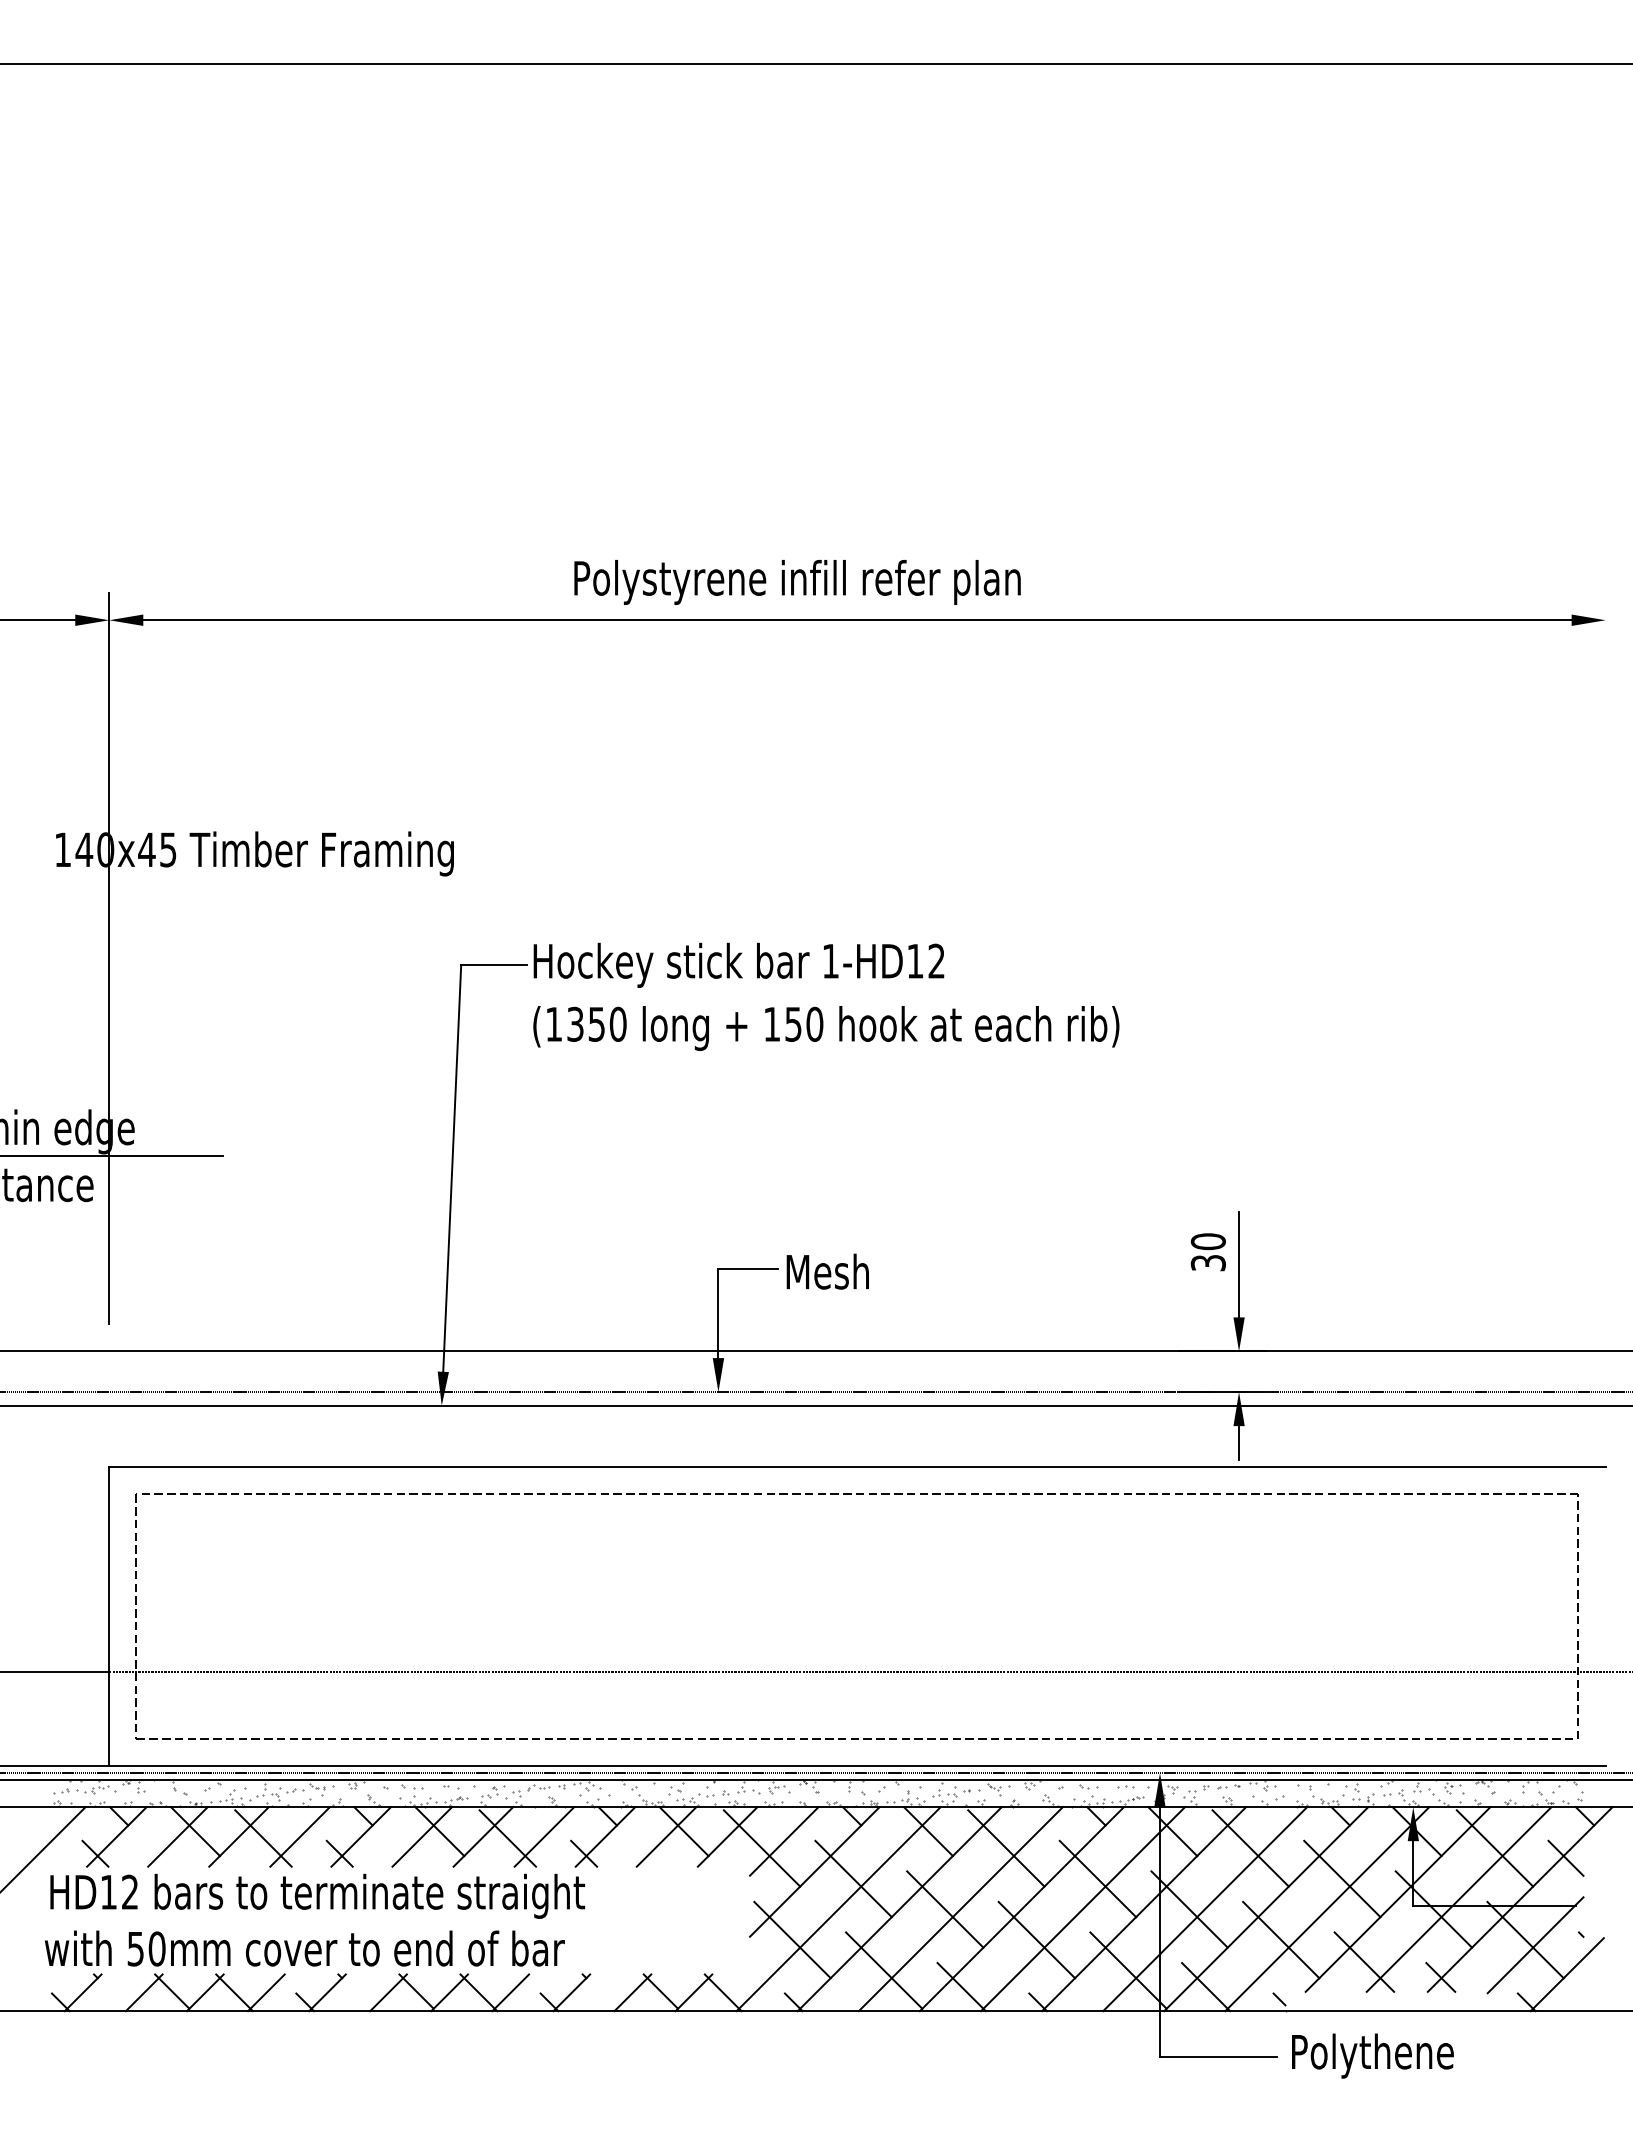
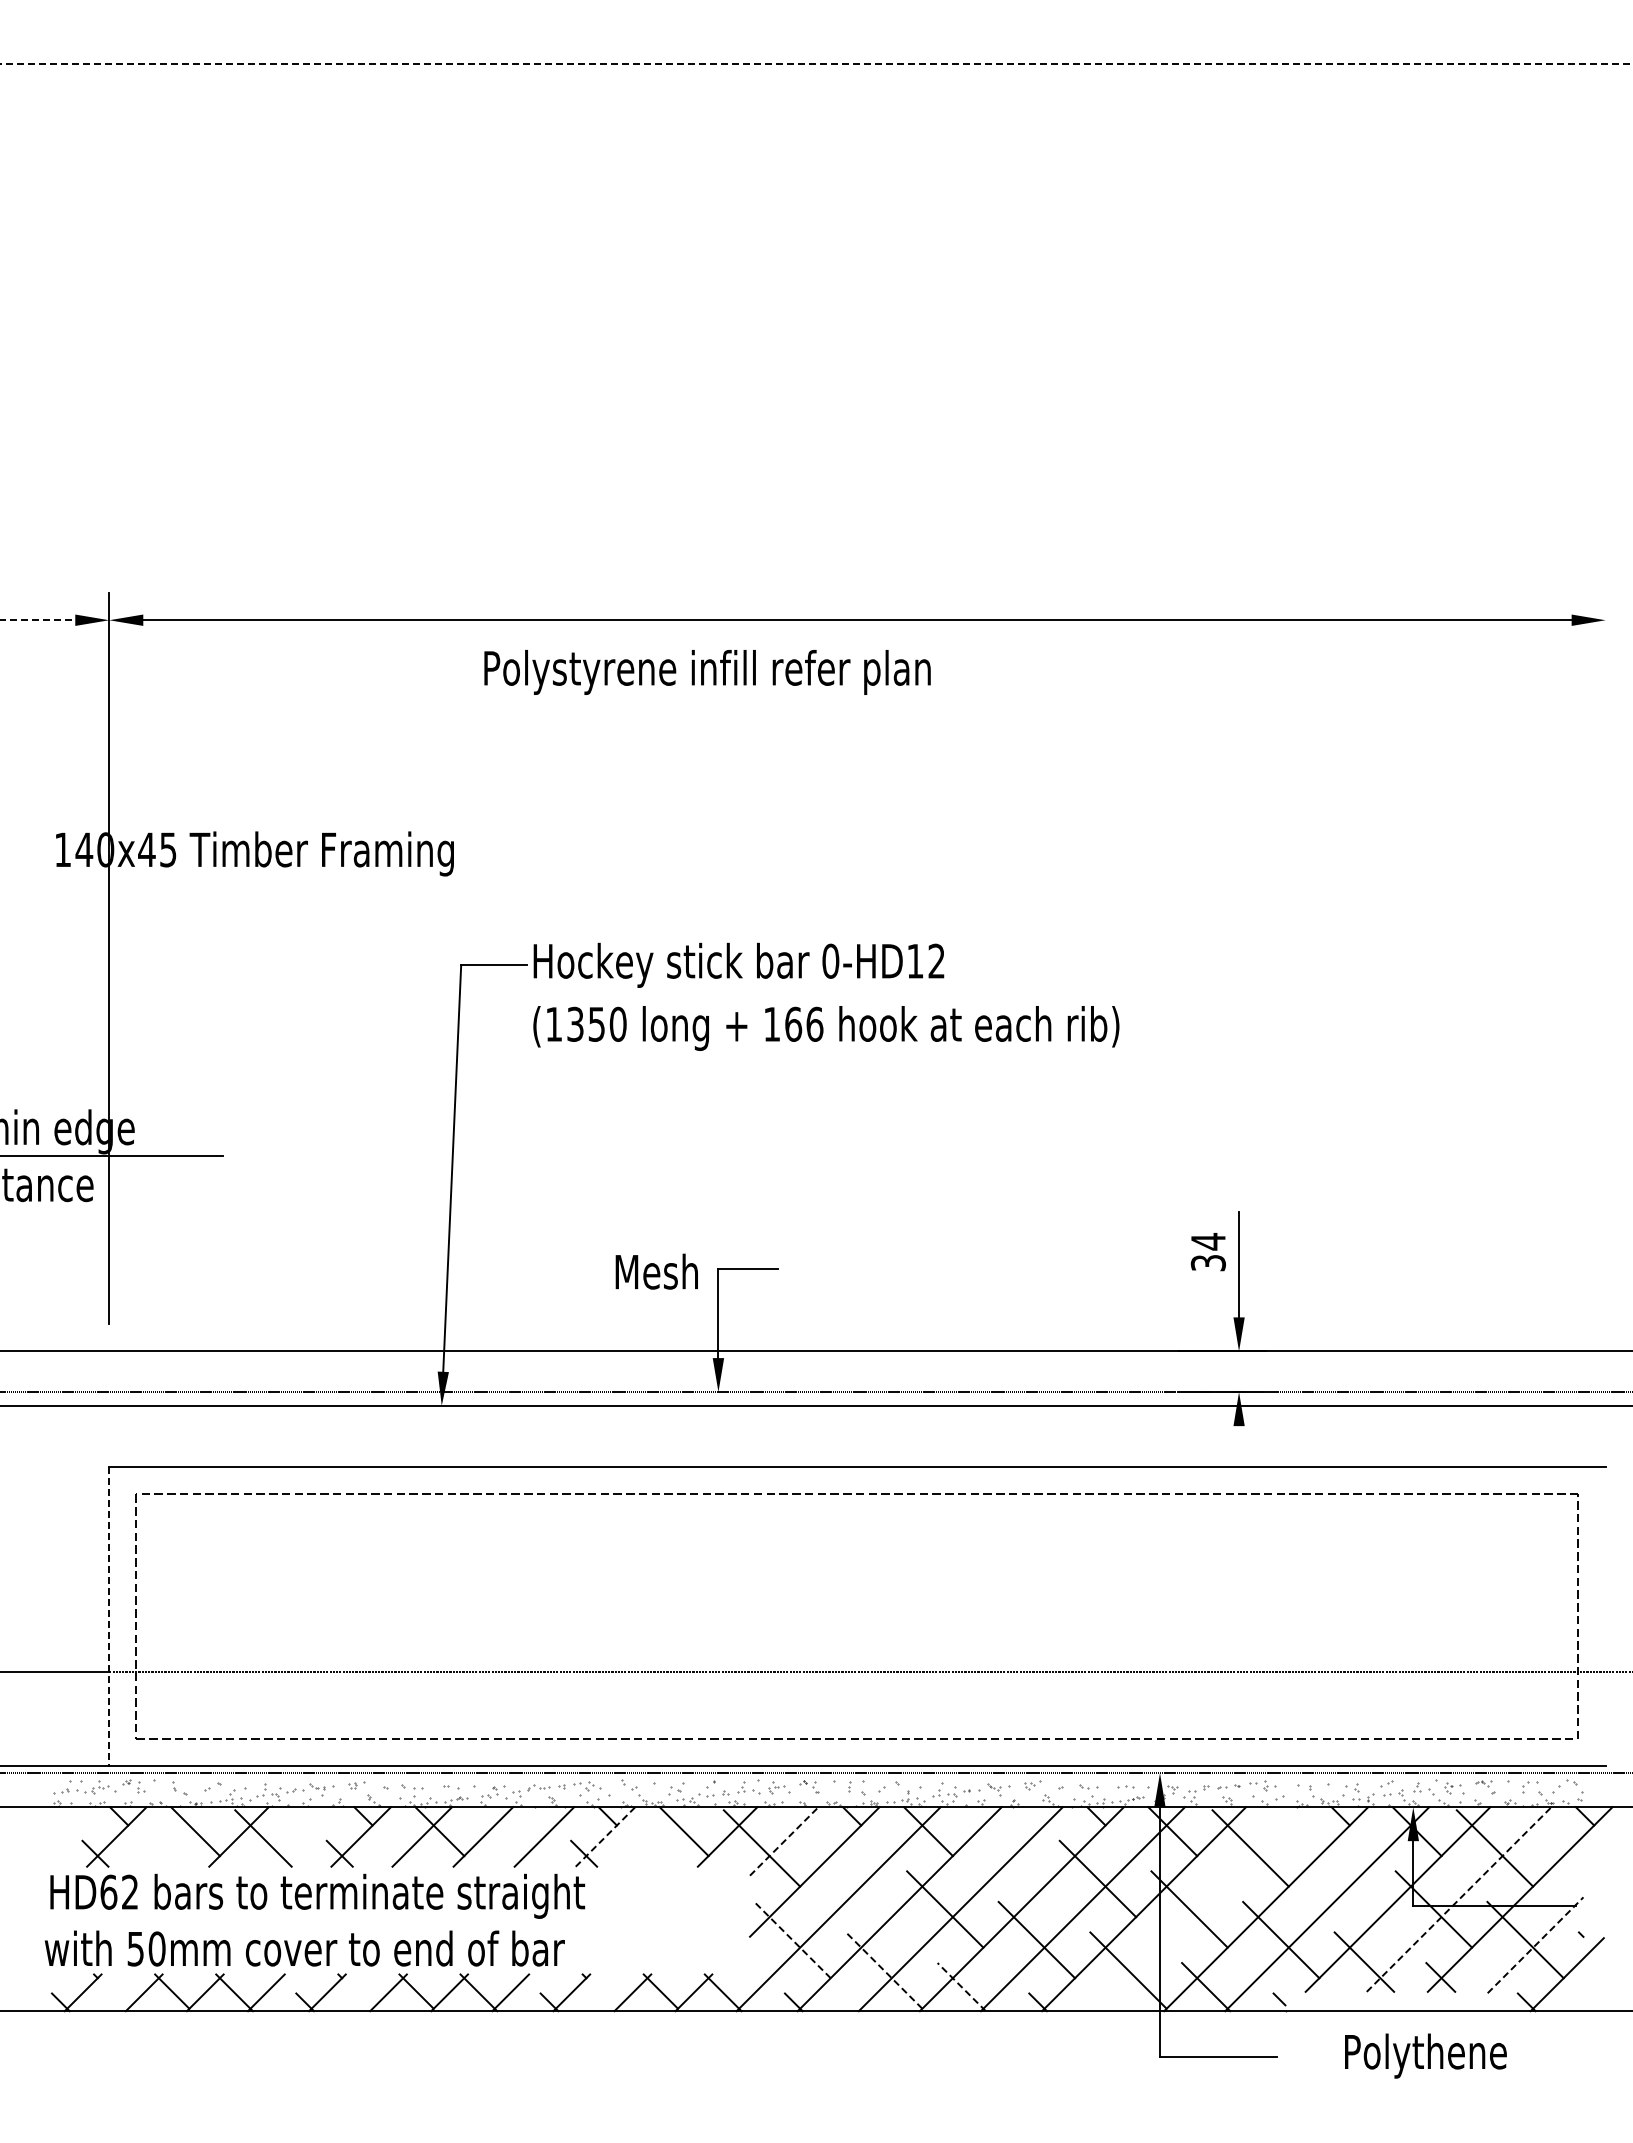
line at (816, 64): solid -> dashed
text at (797, 582) position: (797, 582) -> (707, 672)
line at (38, 620): solid -> dashed
text at (830, 960): 1-HD12 -> 0-HD12
text at (804, 1023): 150 -> 166
text at (1207, 1241): 30 -> 34
text at (827, 1271) position: (827, 1271) -> (656, 1271)
line at (1239, 1443): present -> none
line at (109, 1616): solid -> dashed
line at (815, 1779): present -> none
line at (177, 1836): present -> none
line at (299, 1836): present -> none
line at (605, 1836): solid -> dashed
line at (666, 1836): present -> none
line at (507, 1838): present -> none
line at (784, 1841): solid -> dashed
line at (43, 1848): present -> none
line at (1006, 1848): present -> none
line at (1565, 1857): present -> none
line at (853, 1878): present -> none
line at (1342, 1878): present -> none
text at (108, 1891): HD12 -> HD62
line at (1459, 1899): solid -> dashed
line at (1205, 1909): present -> none
line at (792, 1939): solid -> dashed
line at (1535, 1945): solid -> dashed
line at (884, 1970): solid -> dashed
line at (961, 1986): solid -> dashed
text at (1372, 2055) position: (1372, 2055) -> (1425, 2055)
